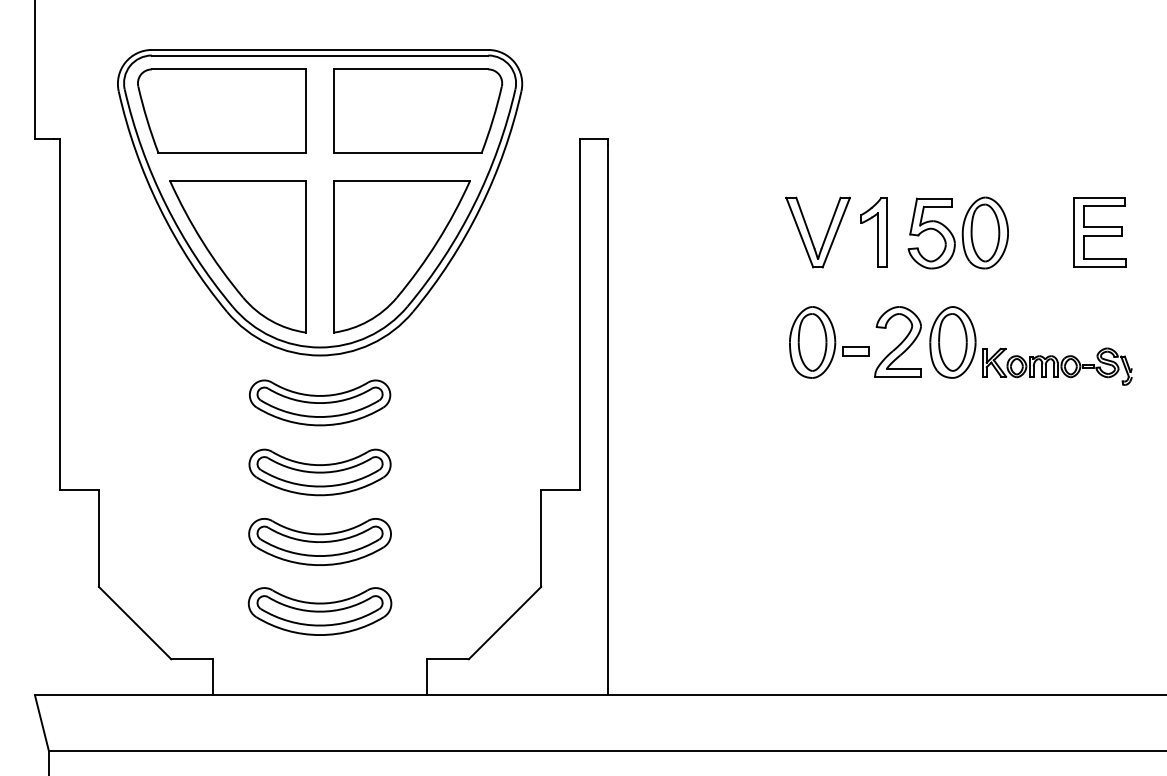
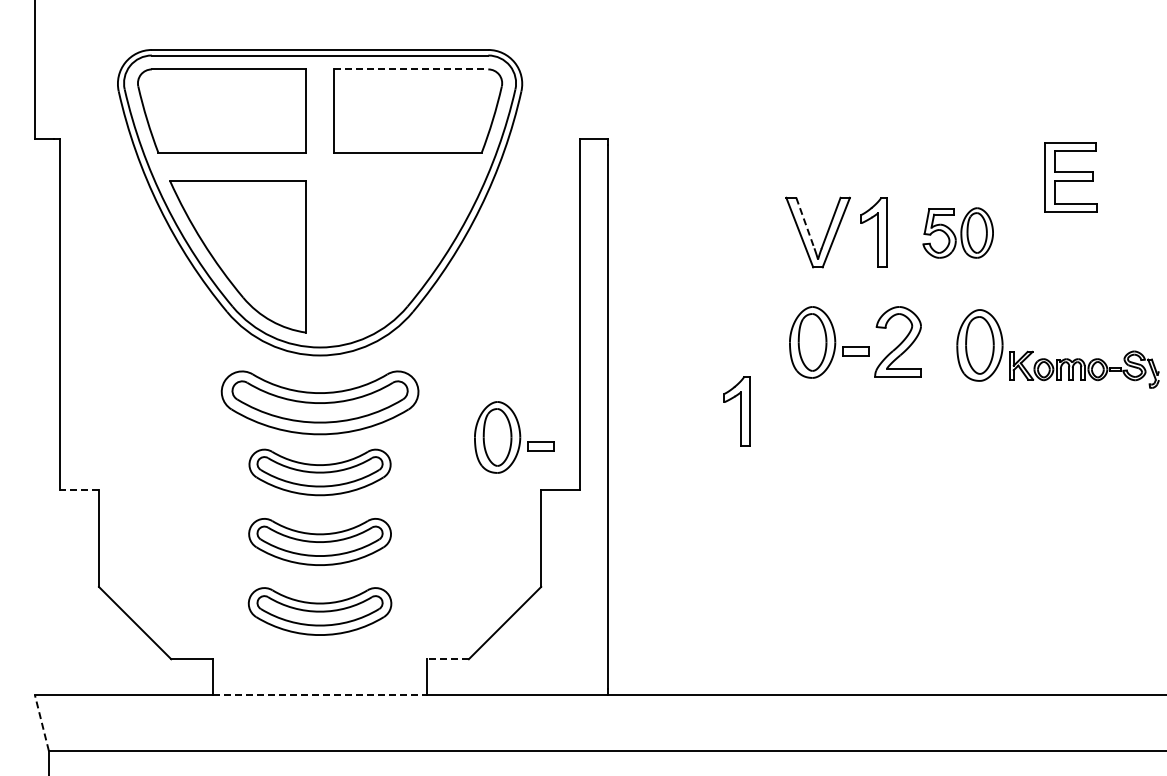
line at (411, 69): solid -> dashed
line at (805, 223): solid -> dashed
part at (957, 232) size: 102x74 px -> 72x52 px
part at (1099, 232) position: (1099, 232) -> (1070, 177)
part at (401, 256): present -> none
part at (1030, 356) position: (1030, 356) -> (1057, 359)
part at (319, 402) size: 144x48 px -> 200x66 px
part at (736, 411): none -> present
part at (514, 437): none -> present
line at (79, 489): solid -> dashed
line at (448, 659): solid -> dashed
line at (320, 695): solid -> dashed
line at (41, 723): solid -> dashed
